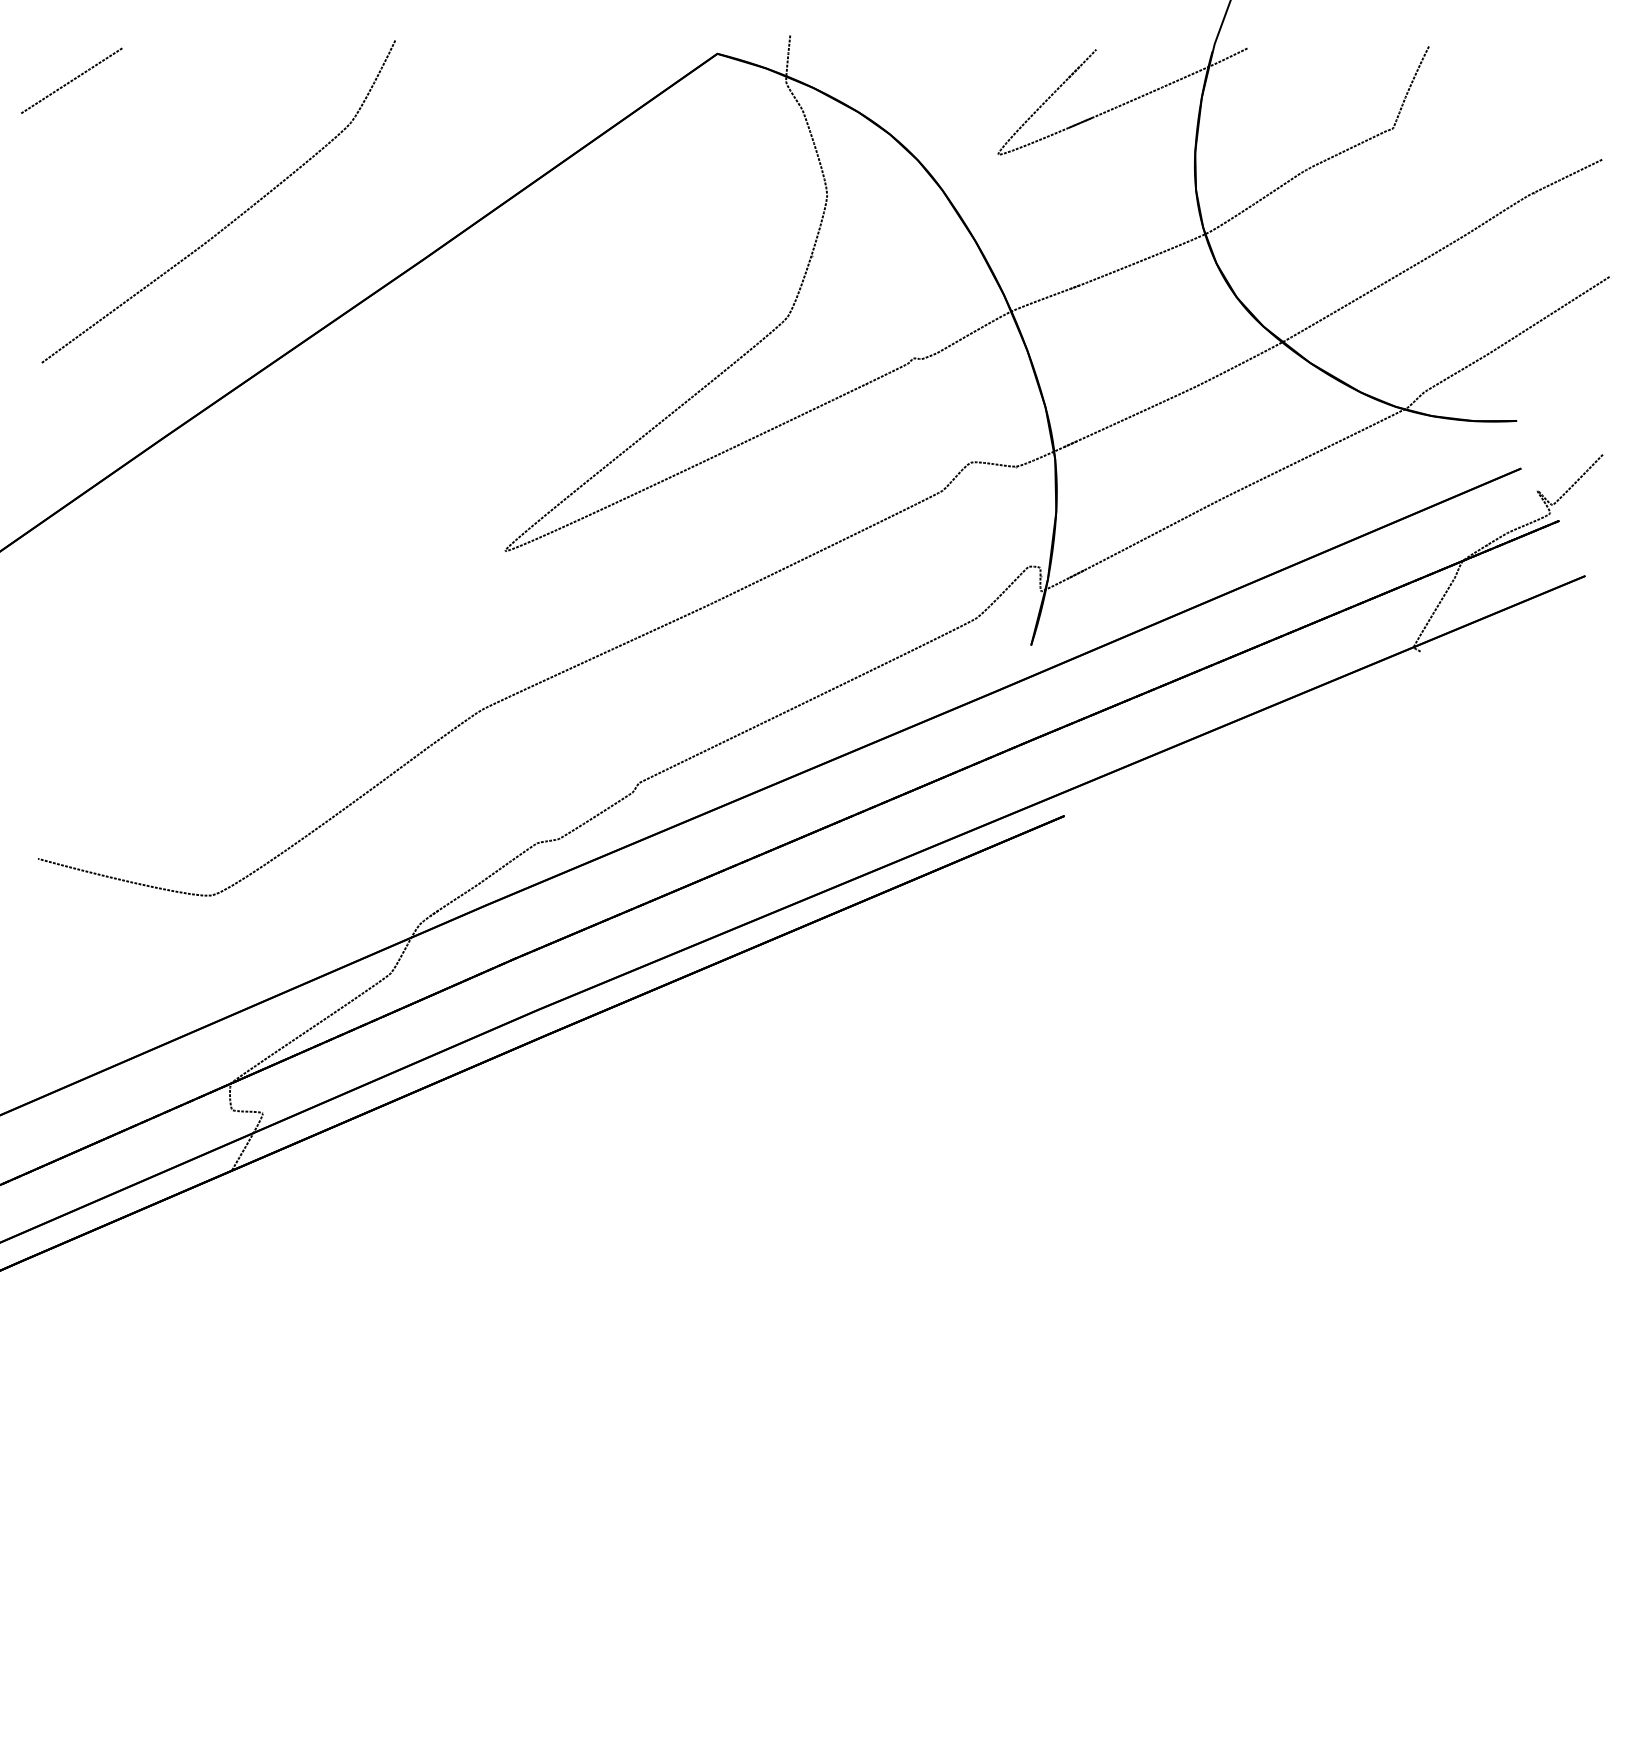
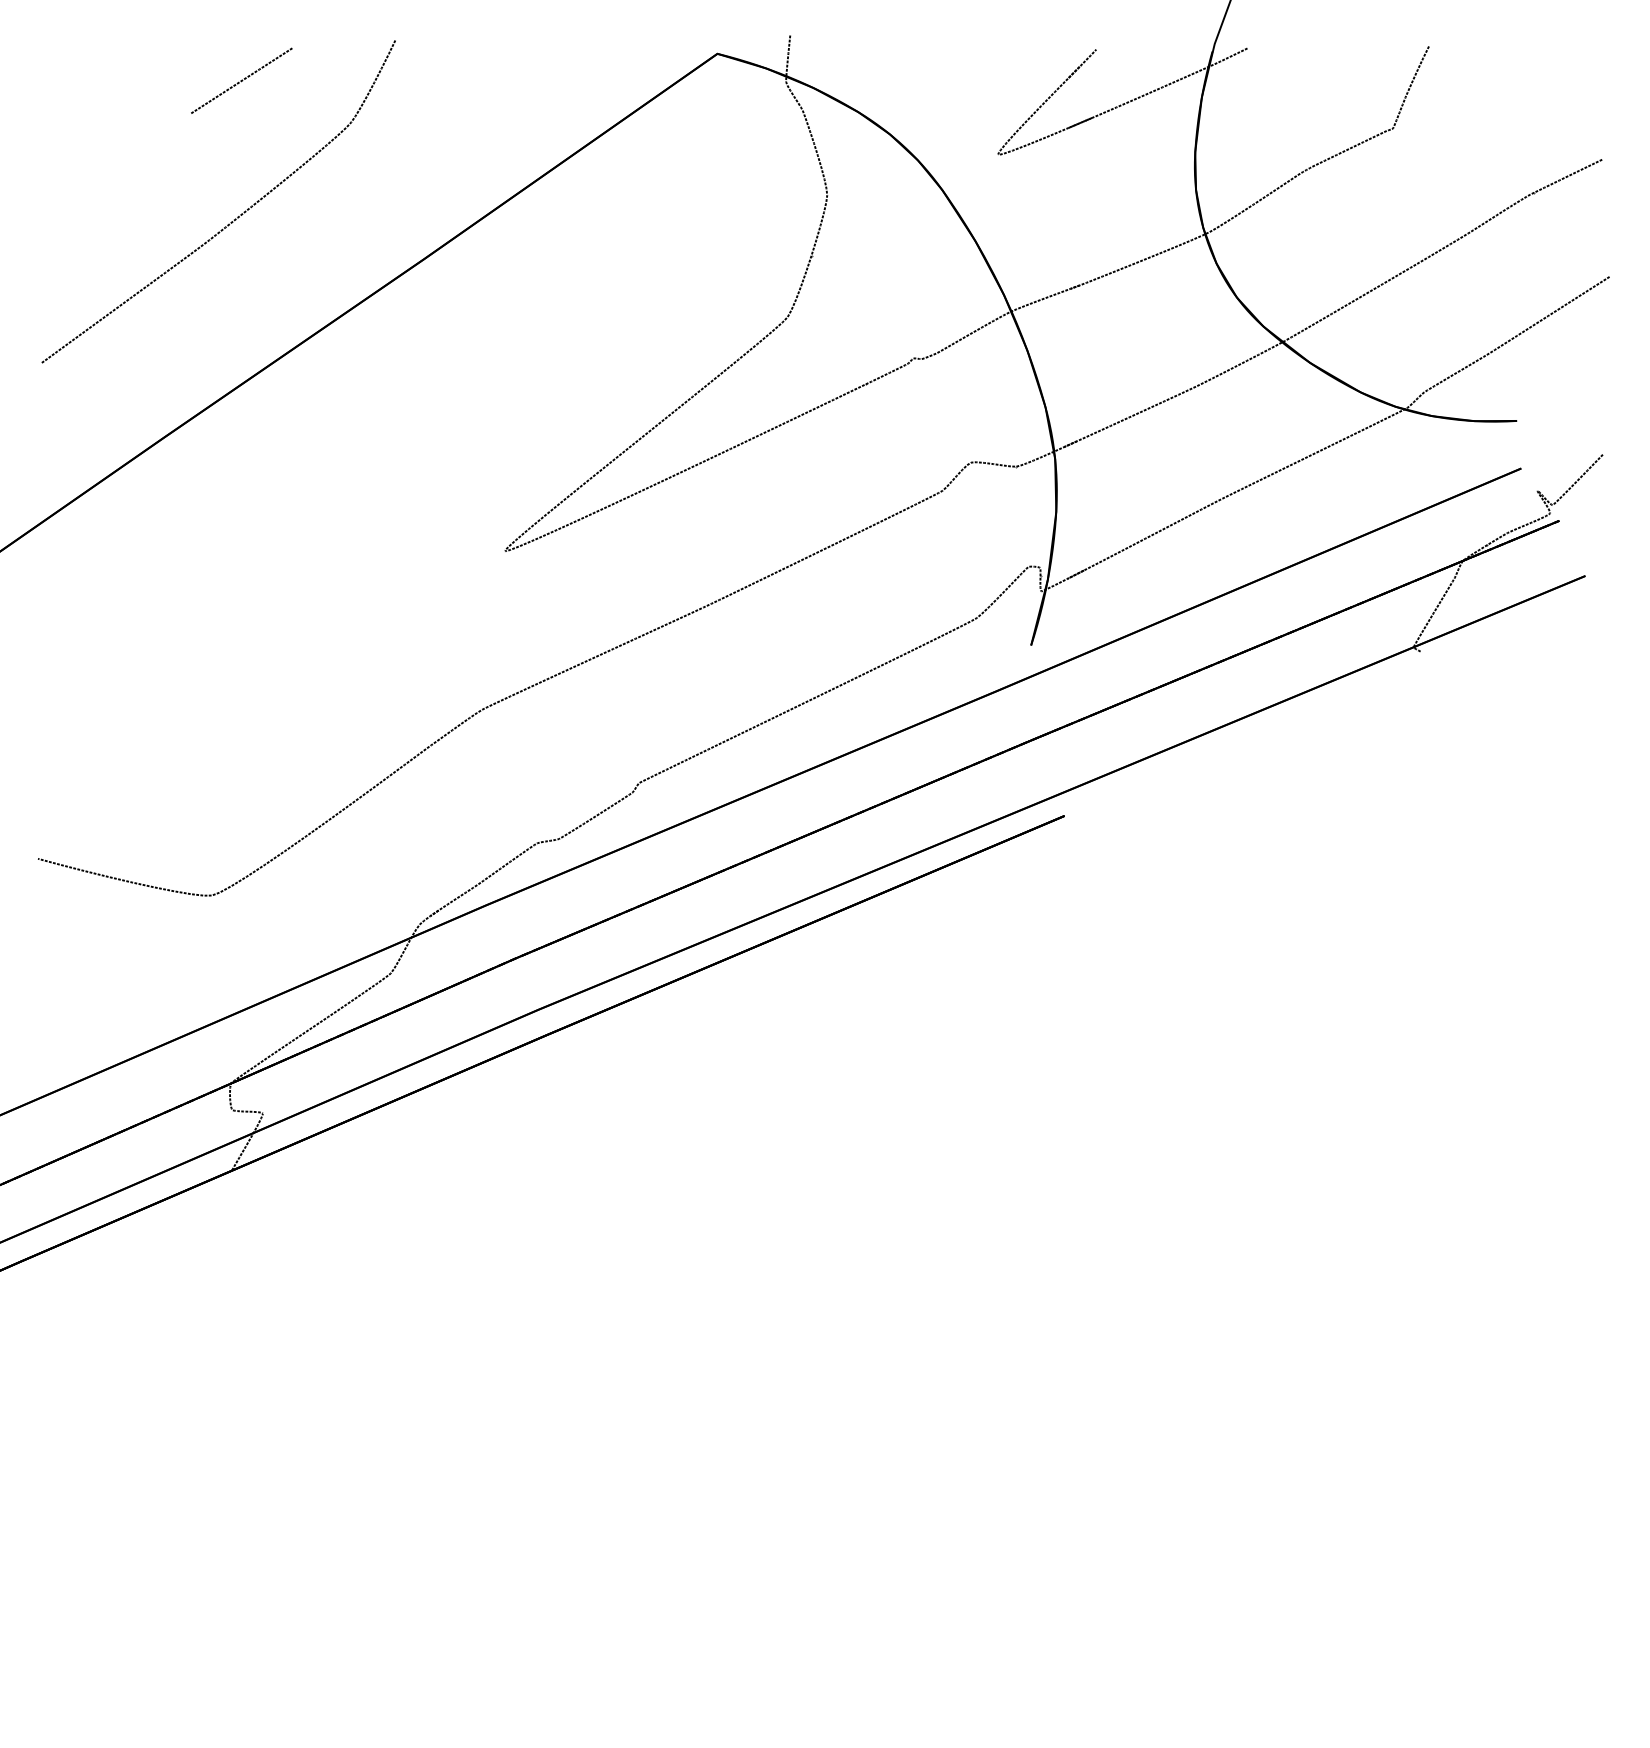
line at (71, 80) position: (71, 80) -> (241, 80)
